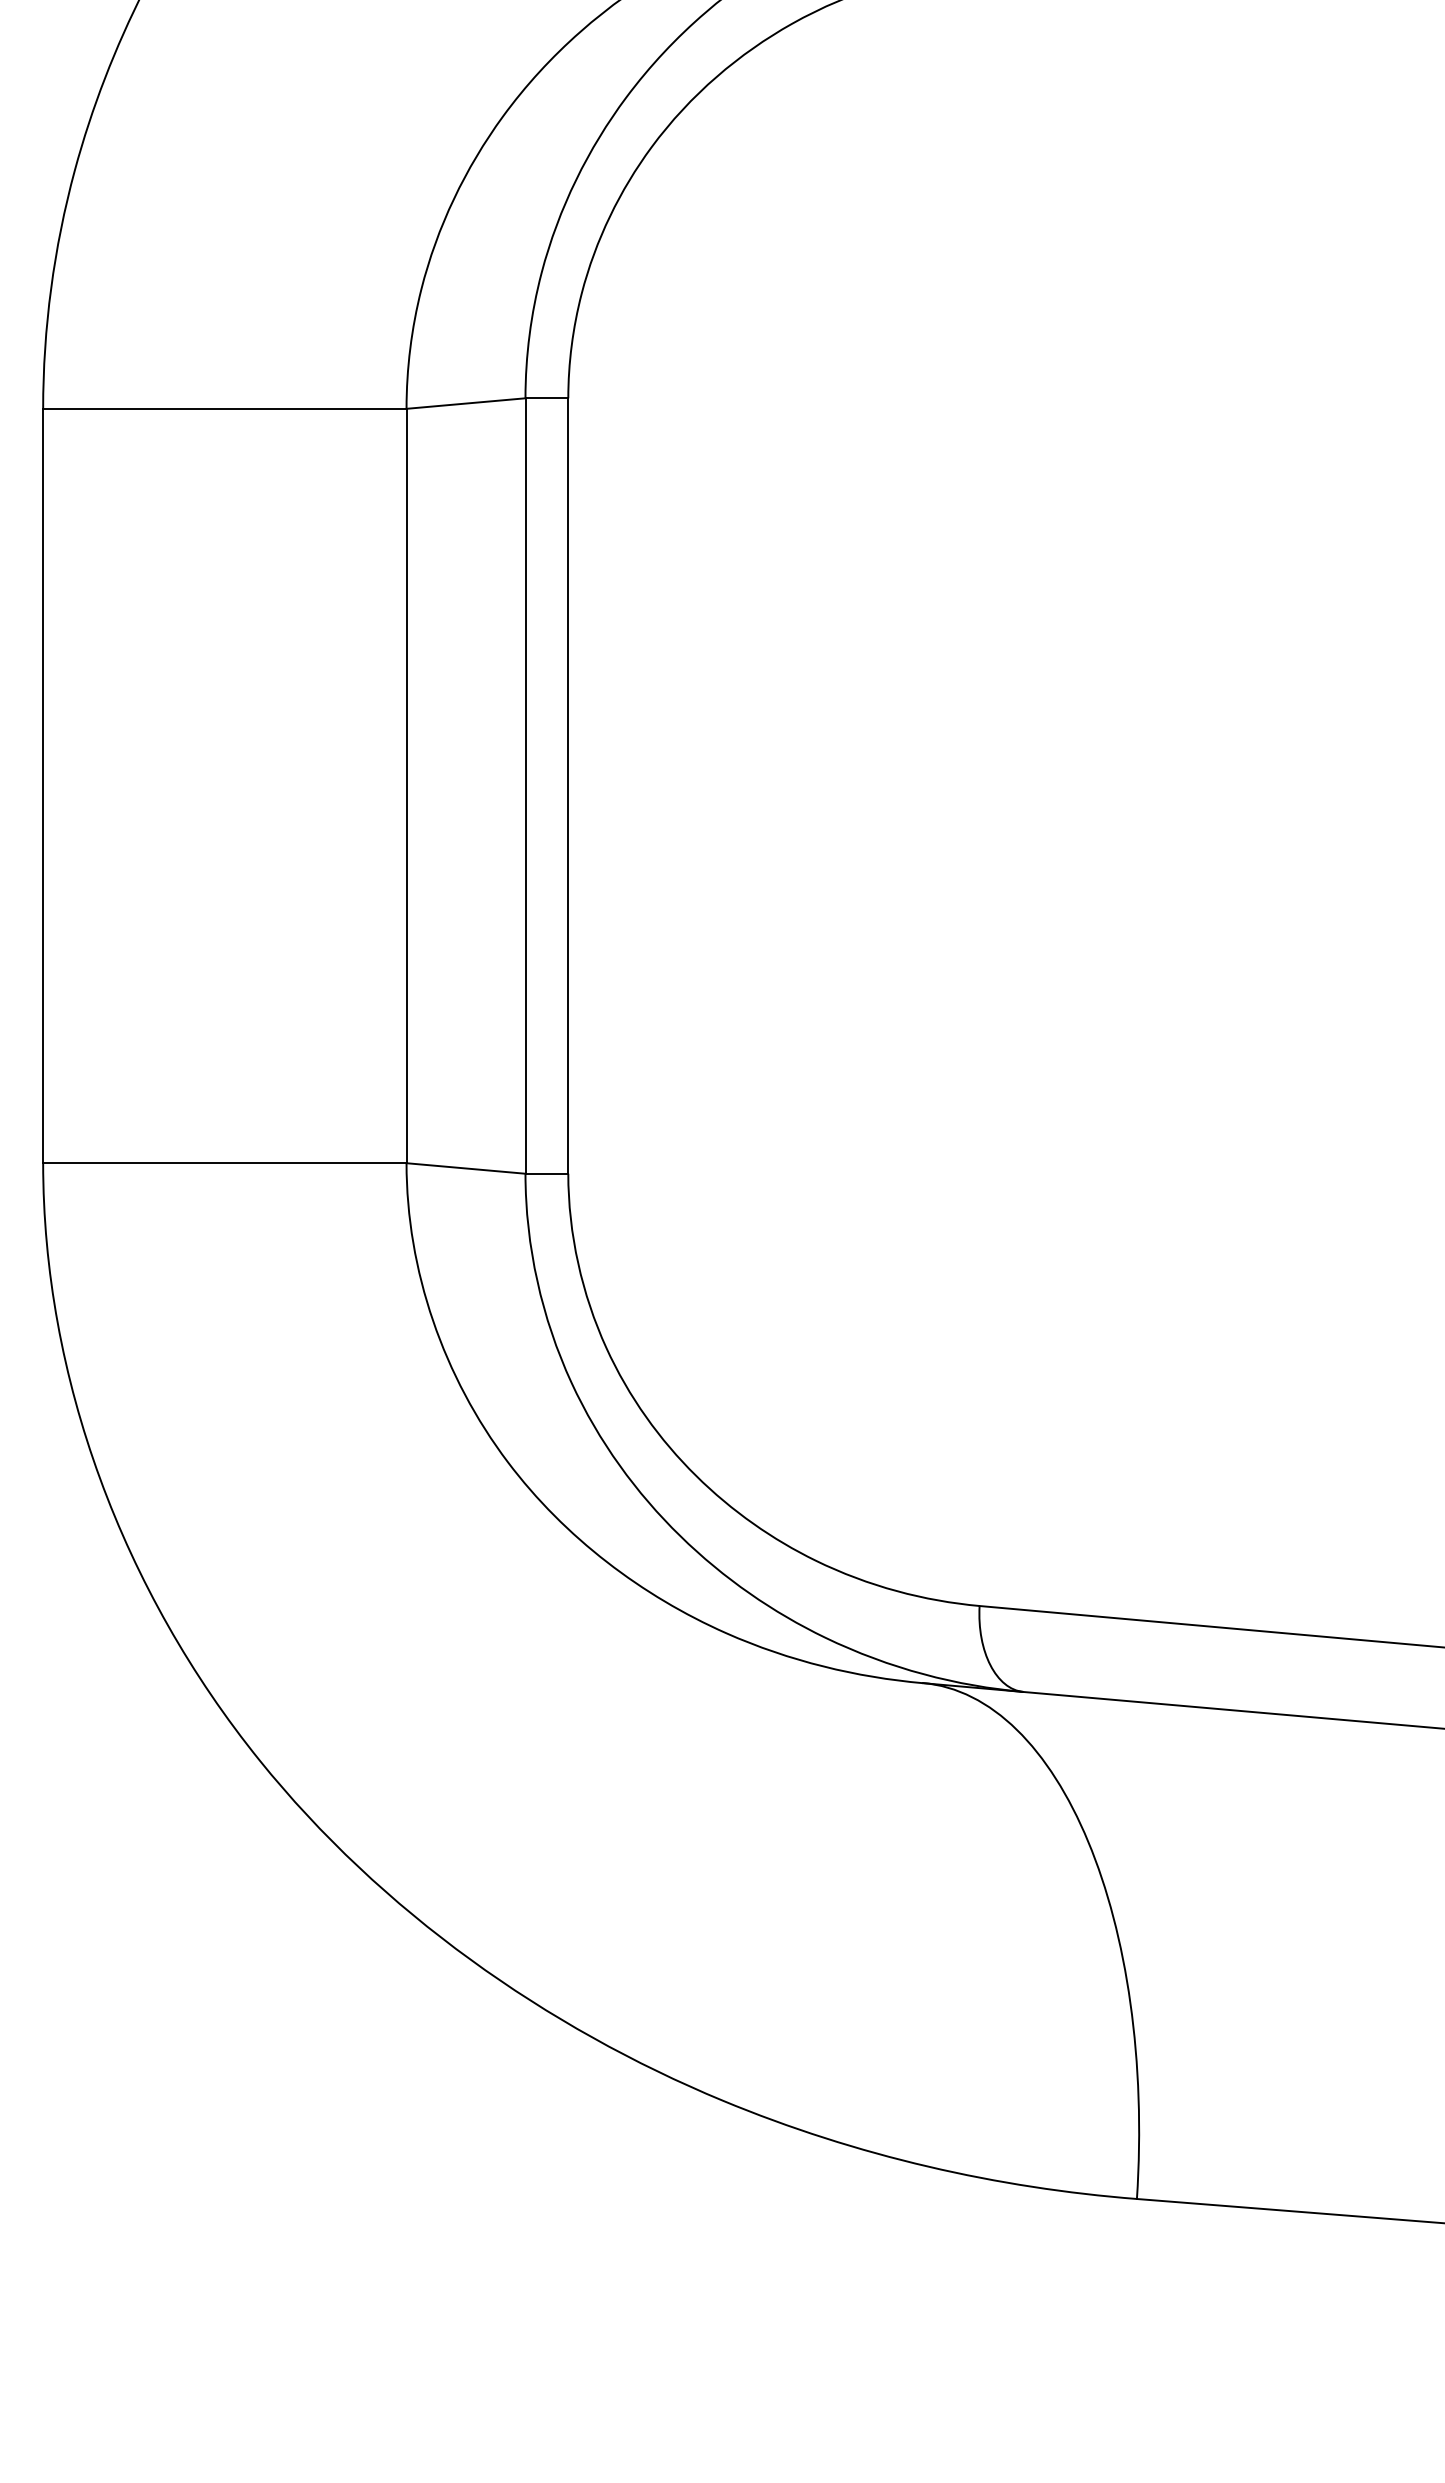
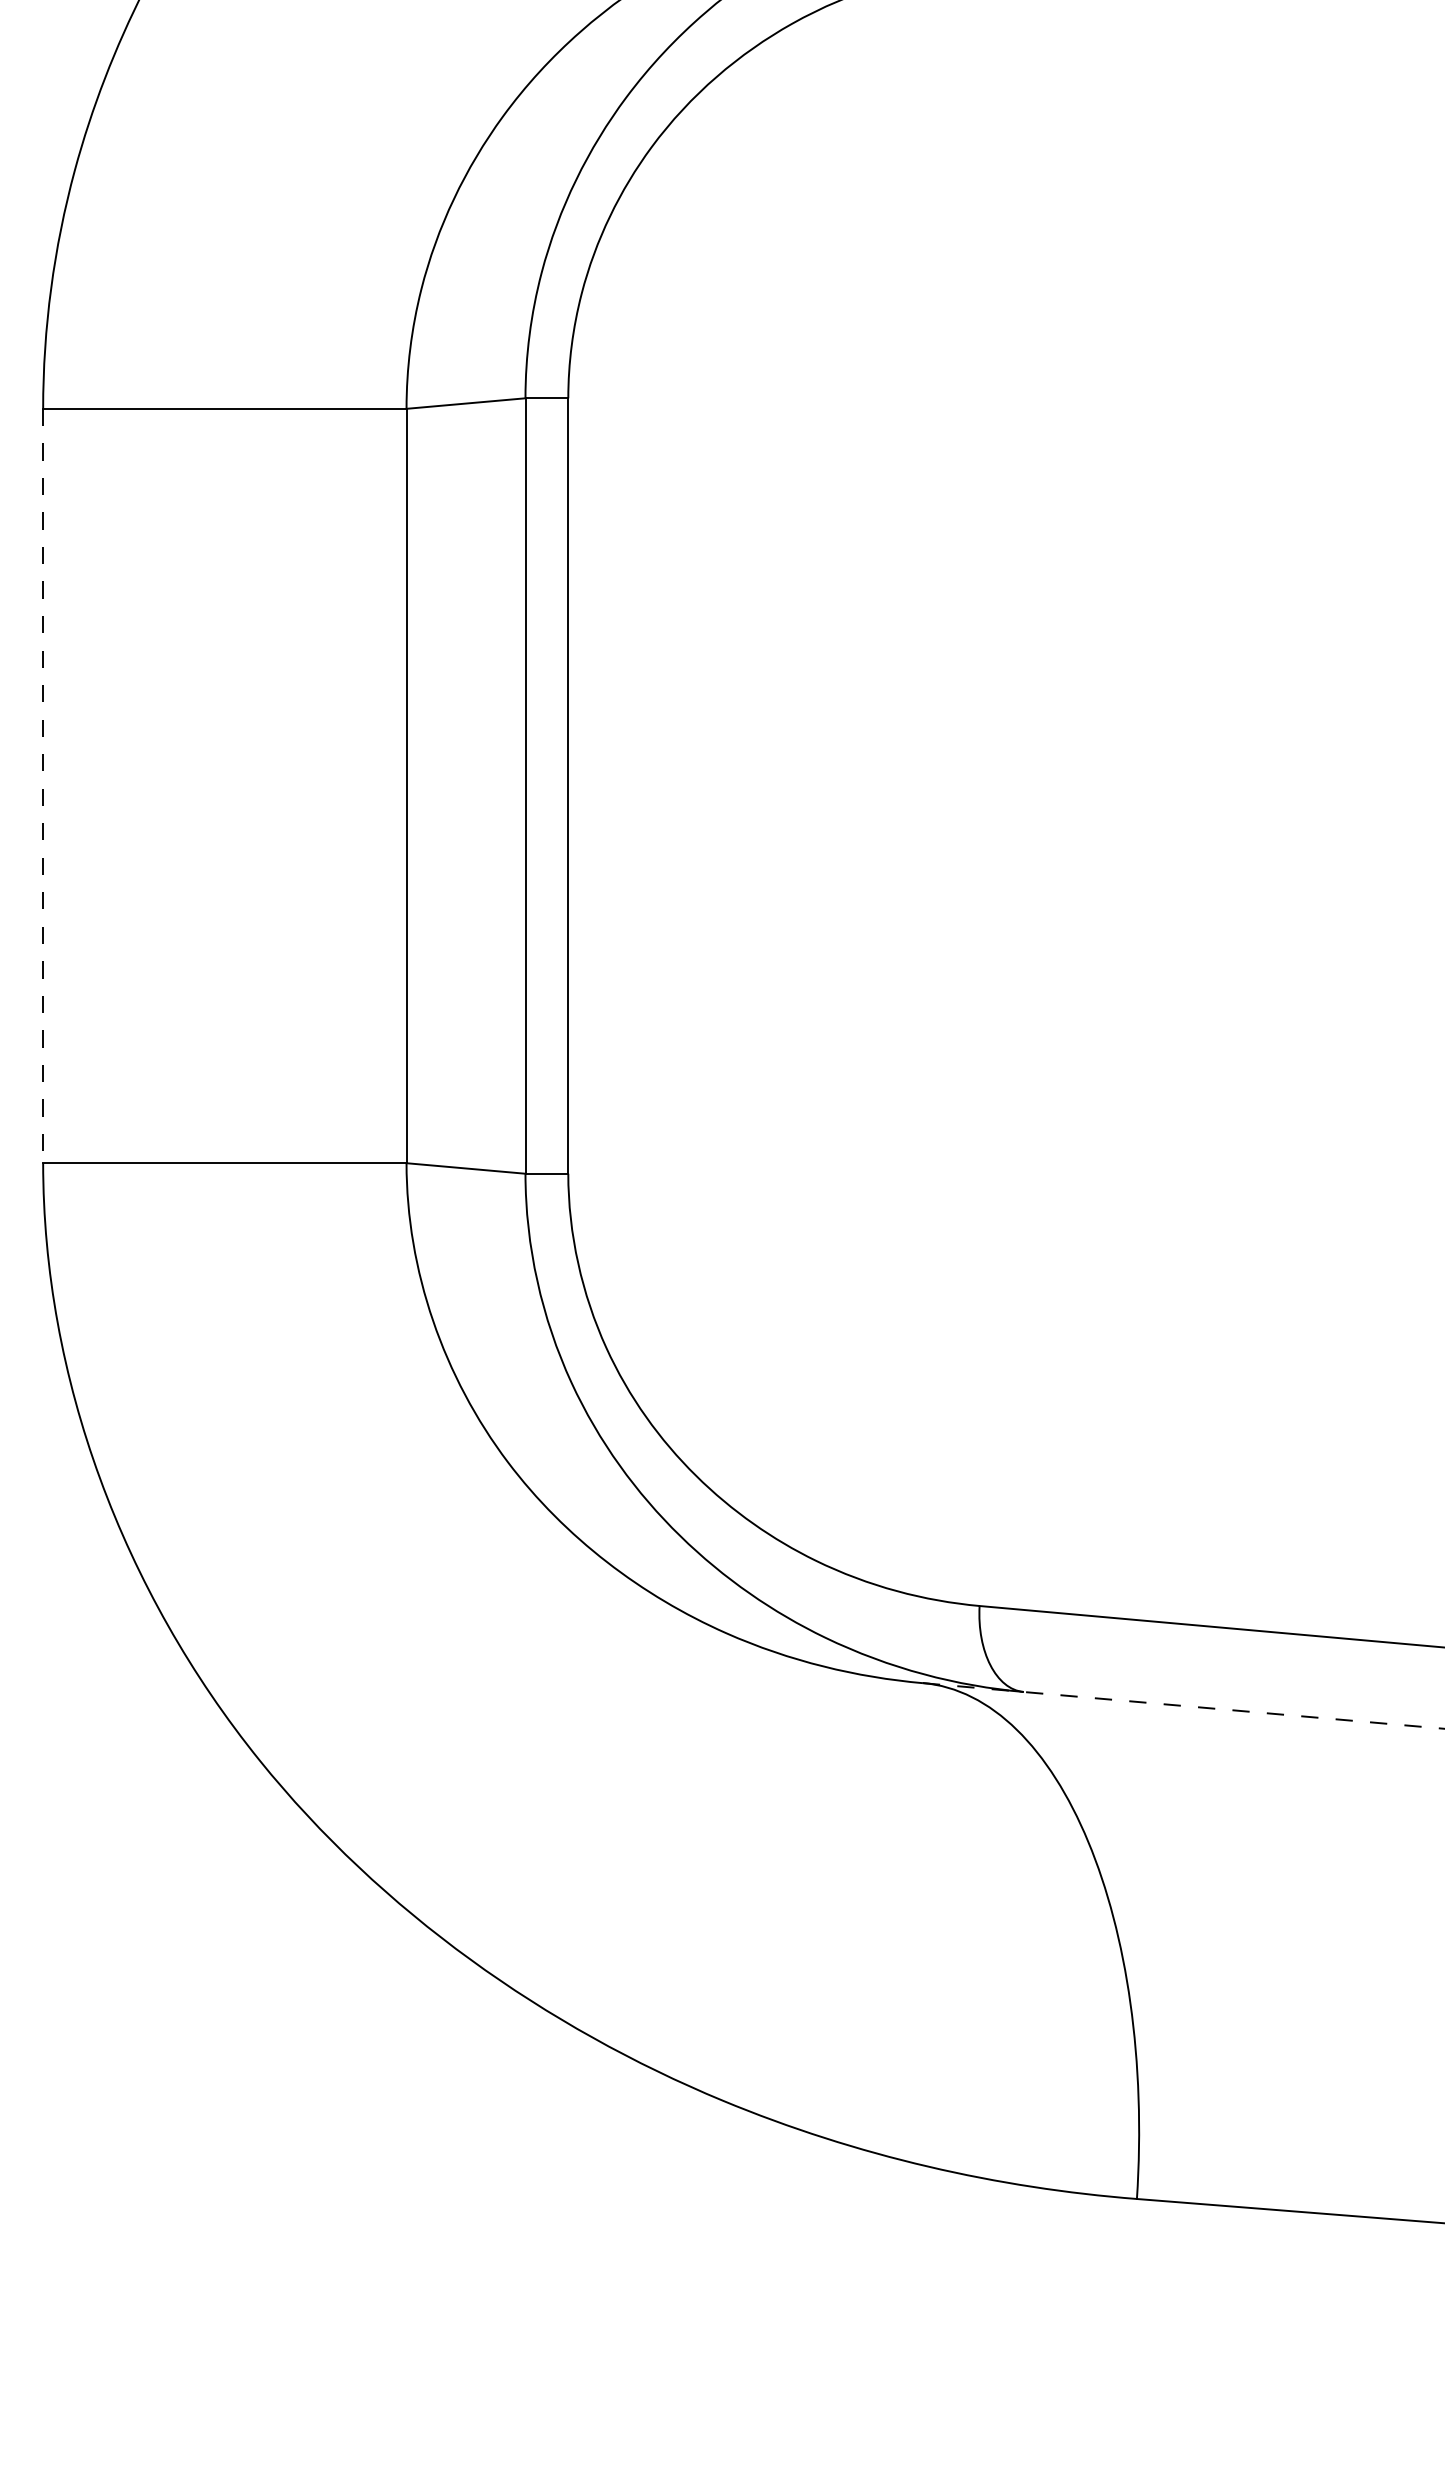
line at (43, 786): solid -> dashed
line at (1183, 1706): solid -> dashed
